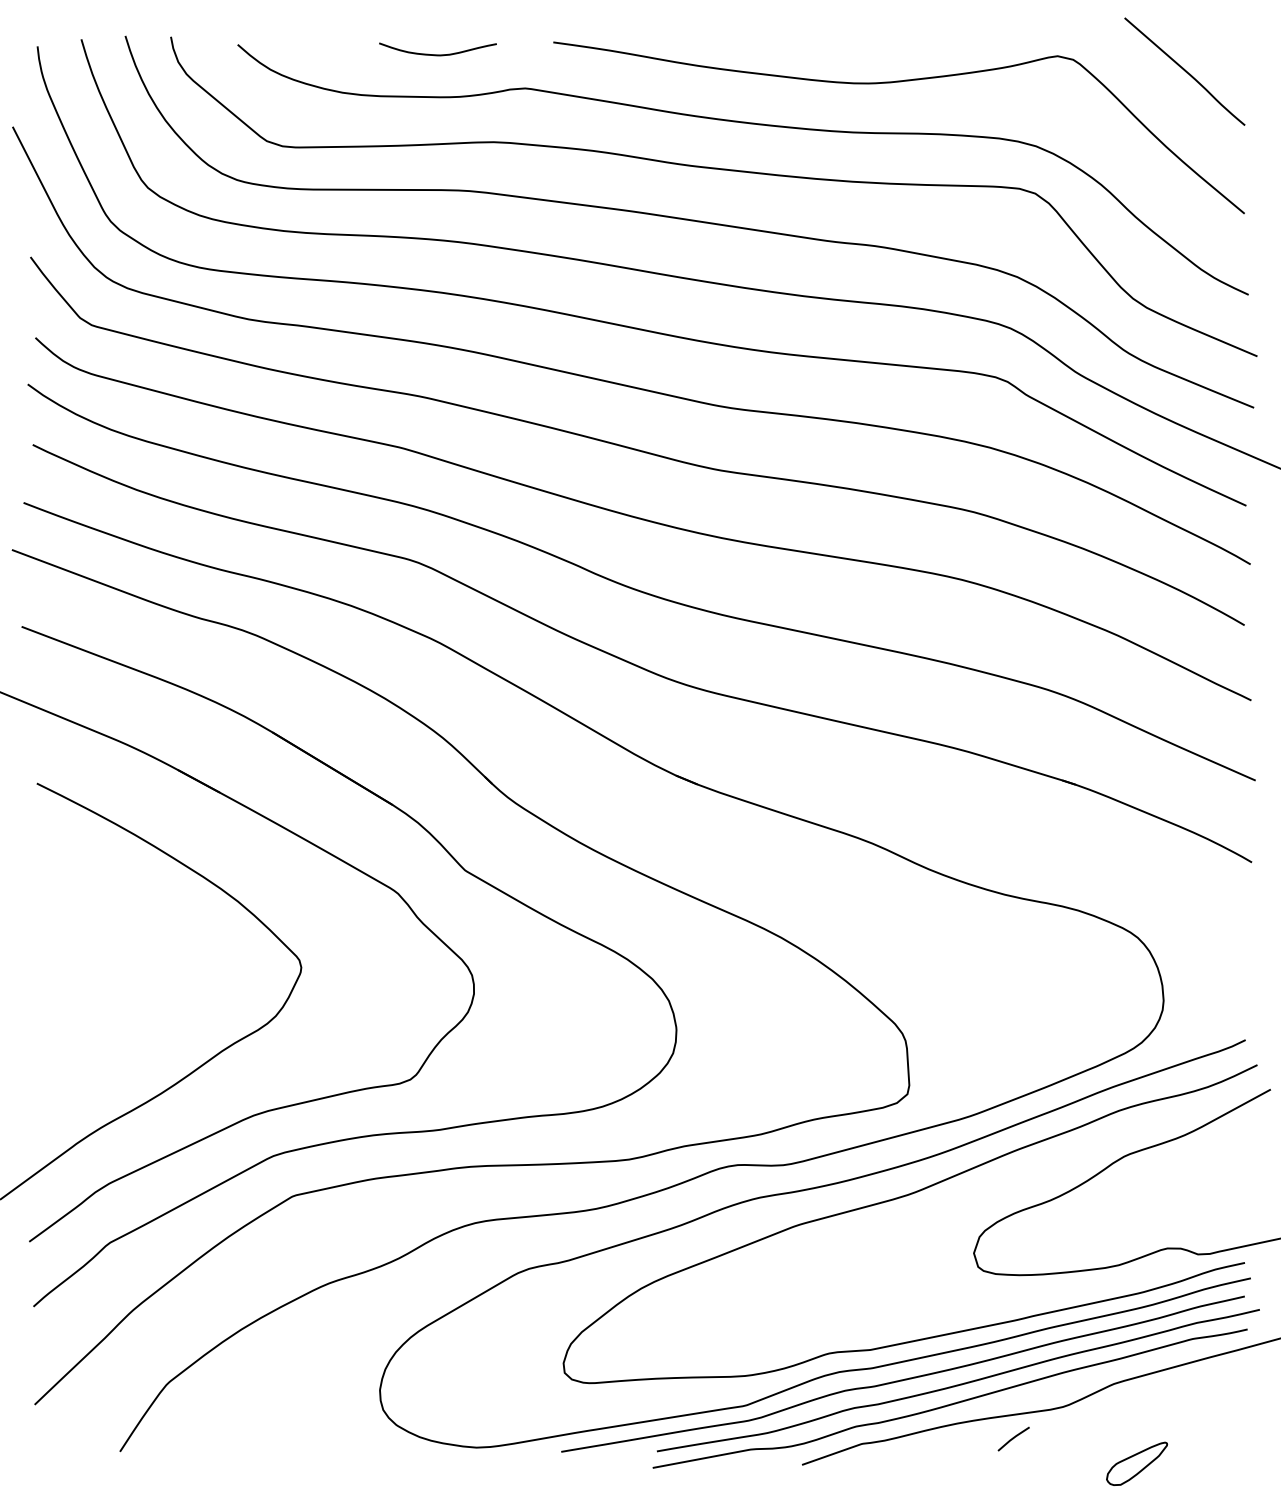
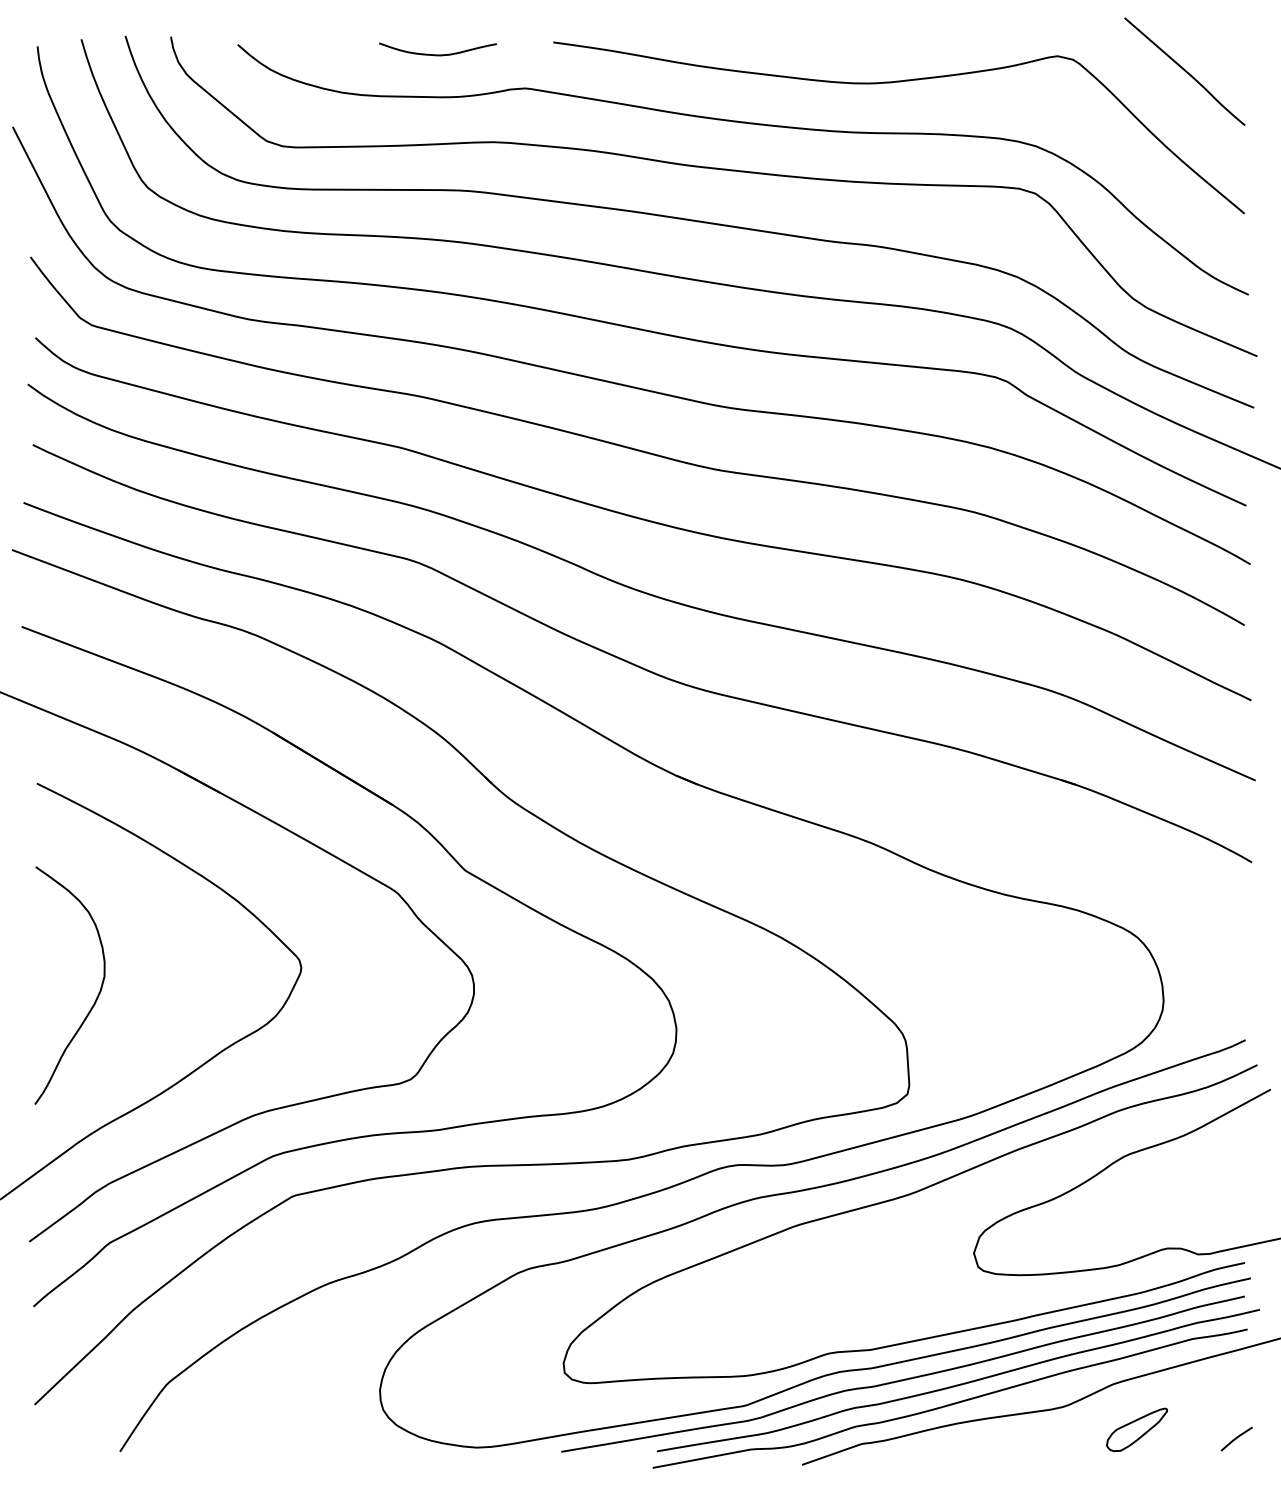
curve at (95, 999): none -> present
line at (1013, 1438) position: (1013, 1438) -> (1236, 1438)
part at (1137, 1463) position: (1137, 1463) -> (1137, 1429)
